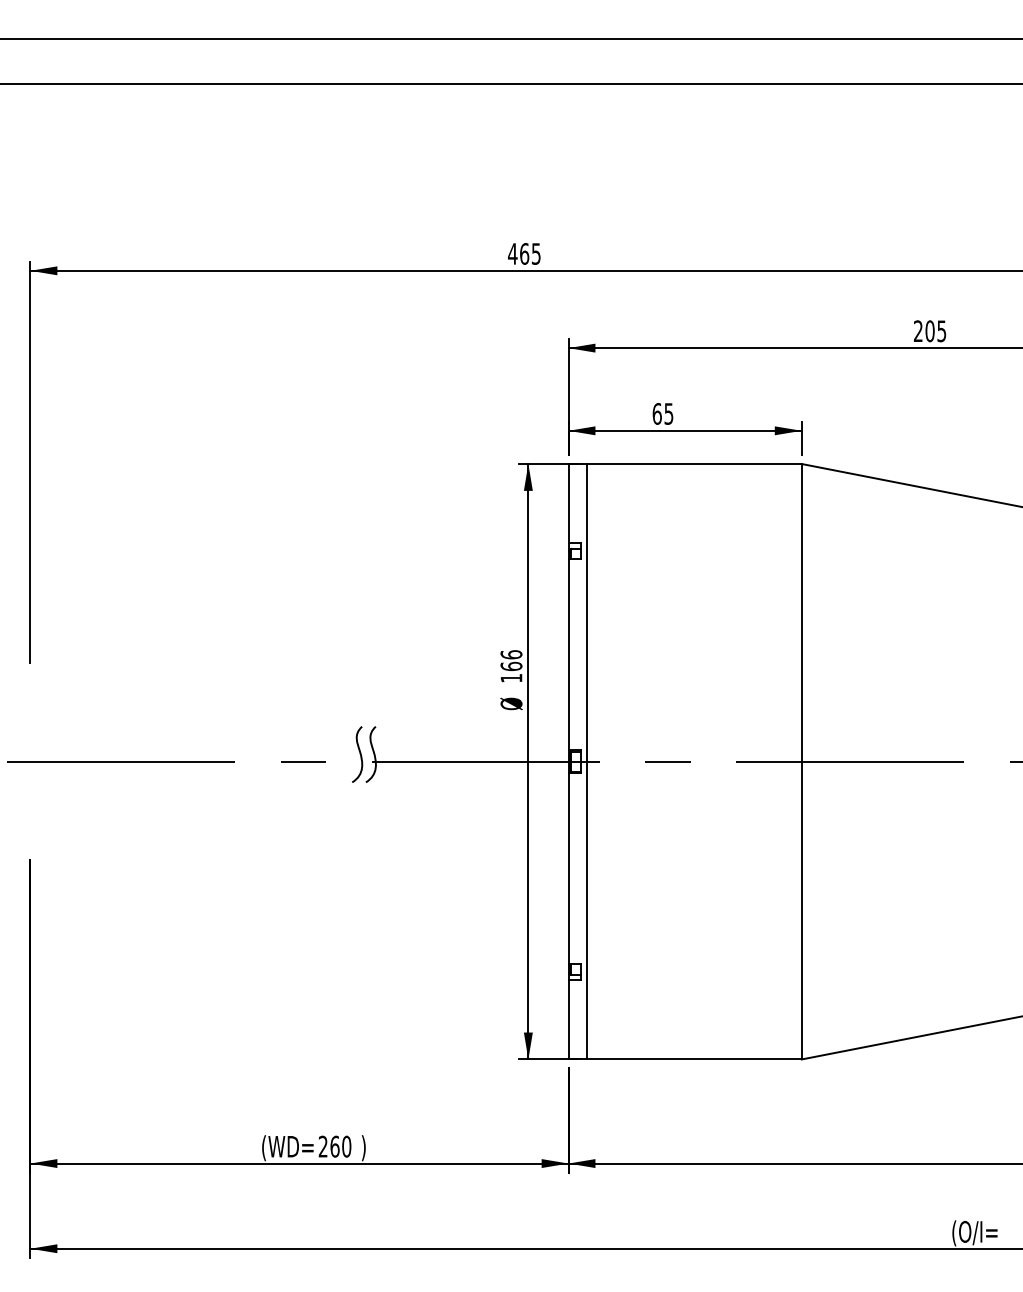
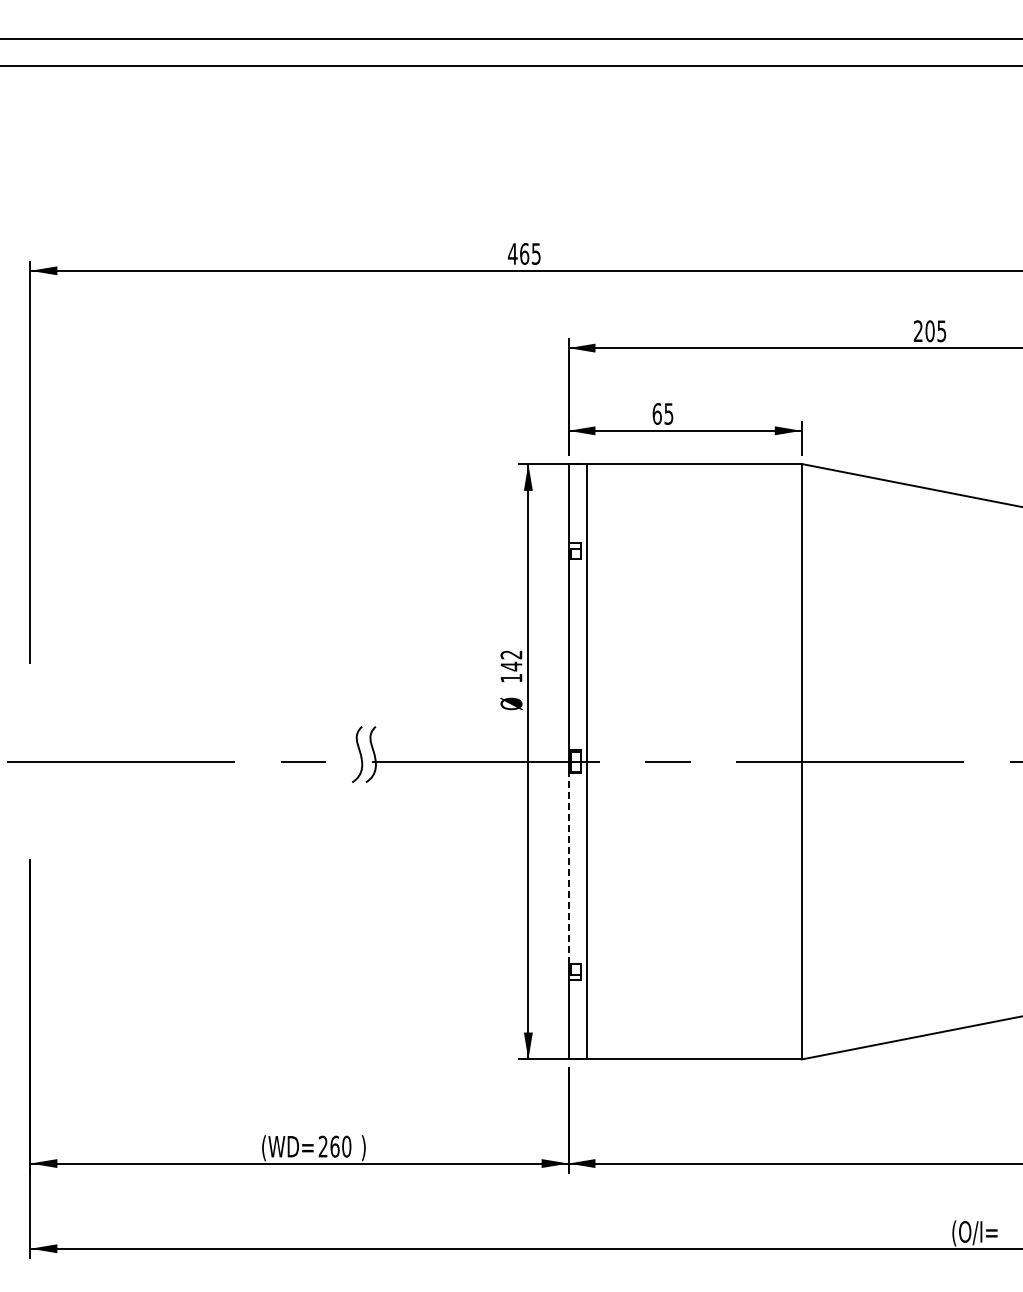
line at (510, 83) position: (510, 83) -> (510, 65)
text at (511, 660): 166 -> 142
line at (568, 868): solid -> dashed
